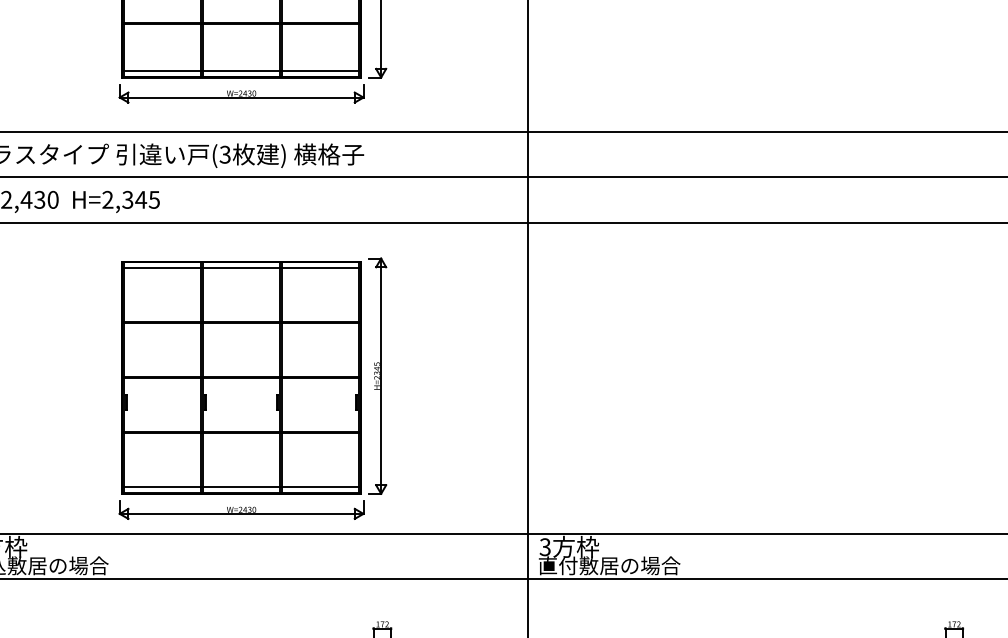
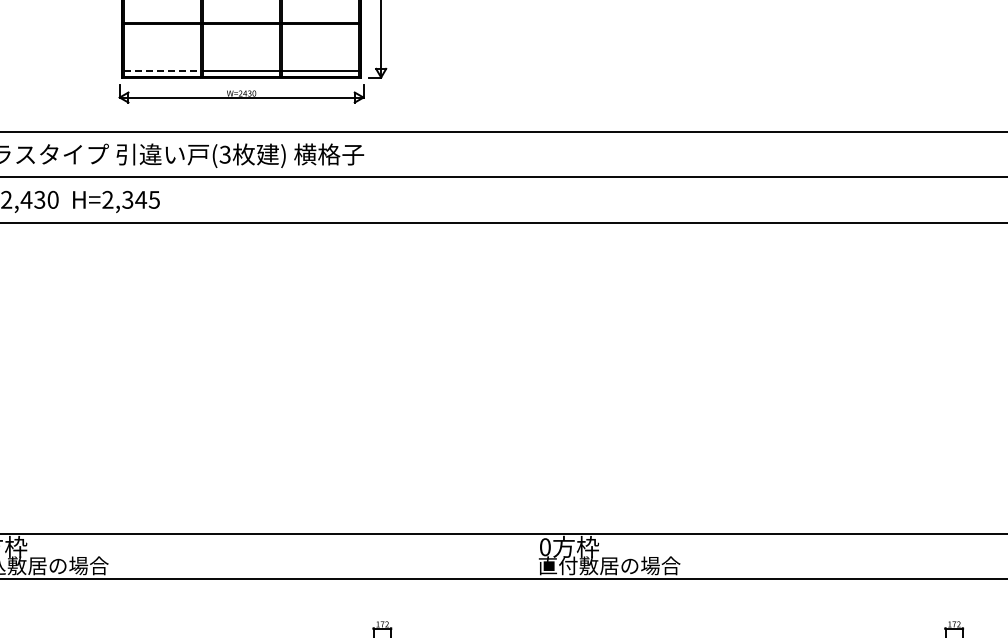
line at (163, 70): solid -> dashed
line at (527, 318): present -> none
part at (252, 388): present -> none
text at (544, 547): 3 -> 0
